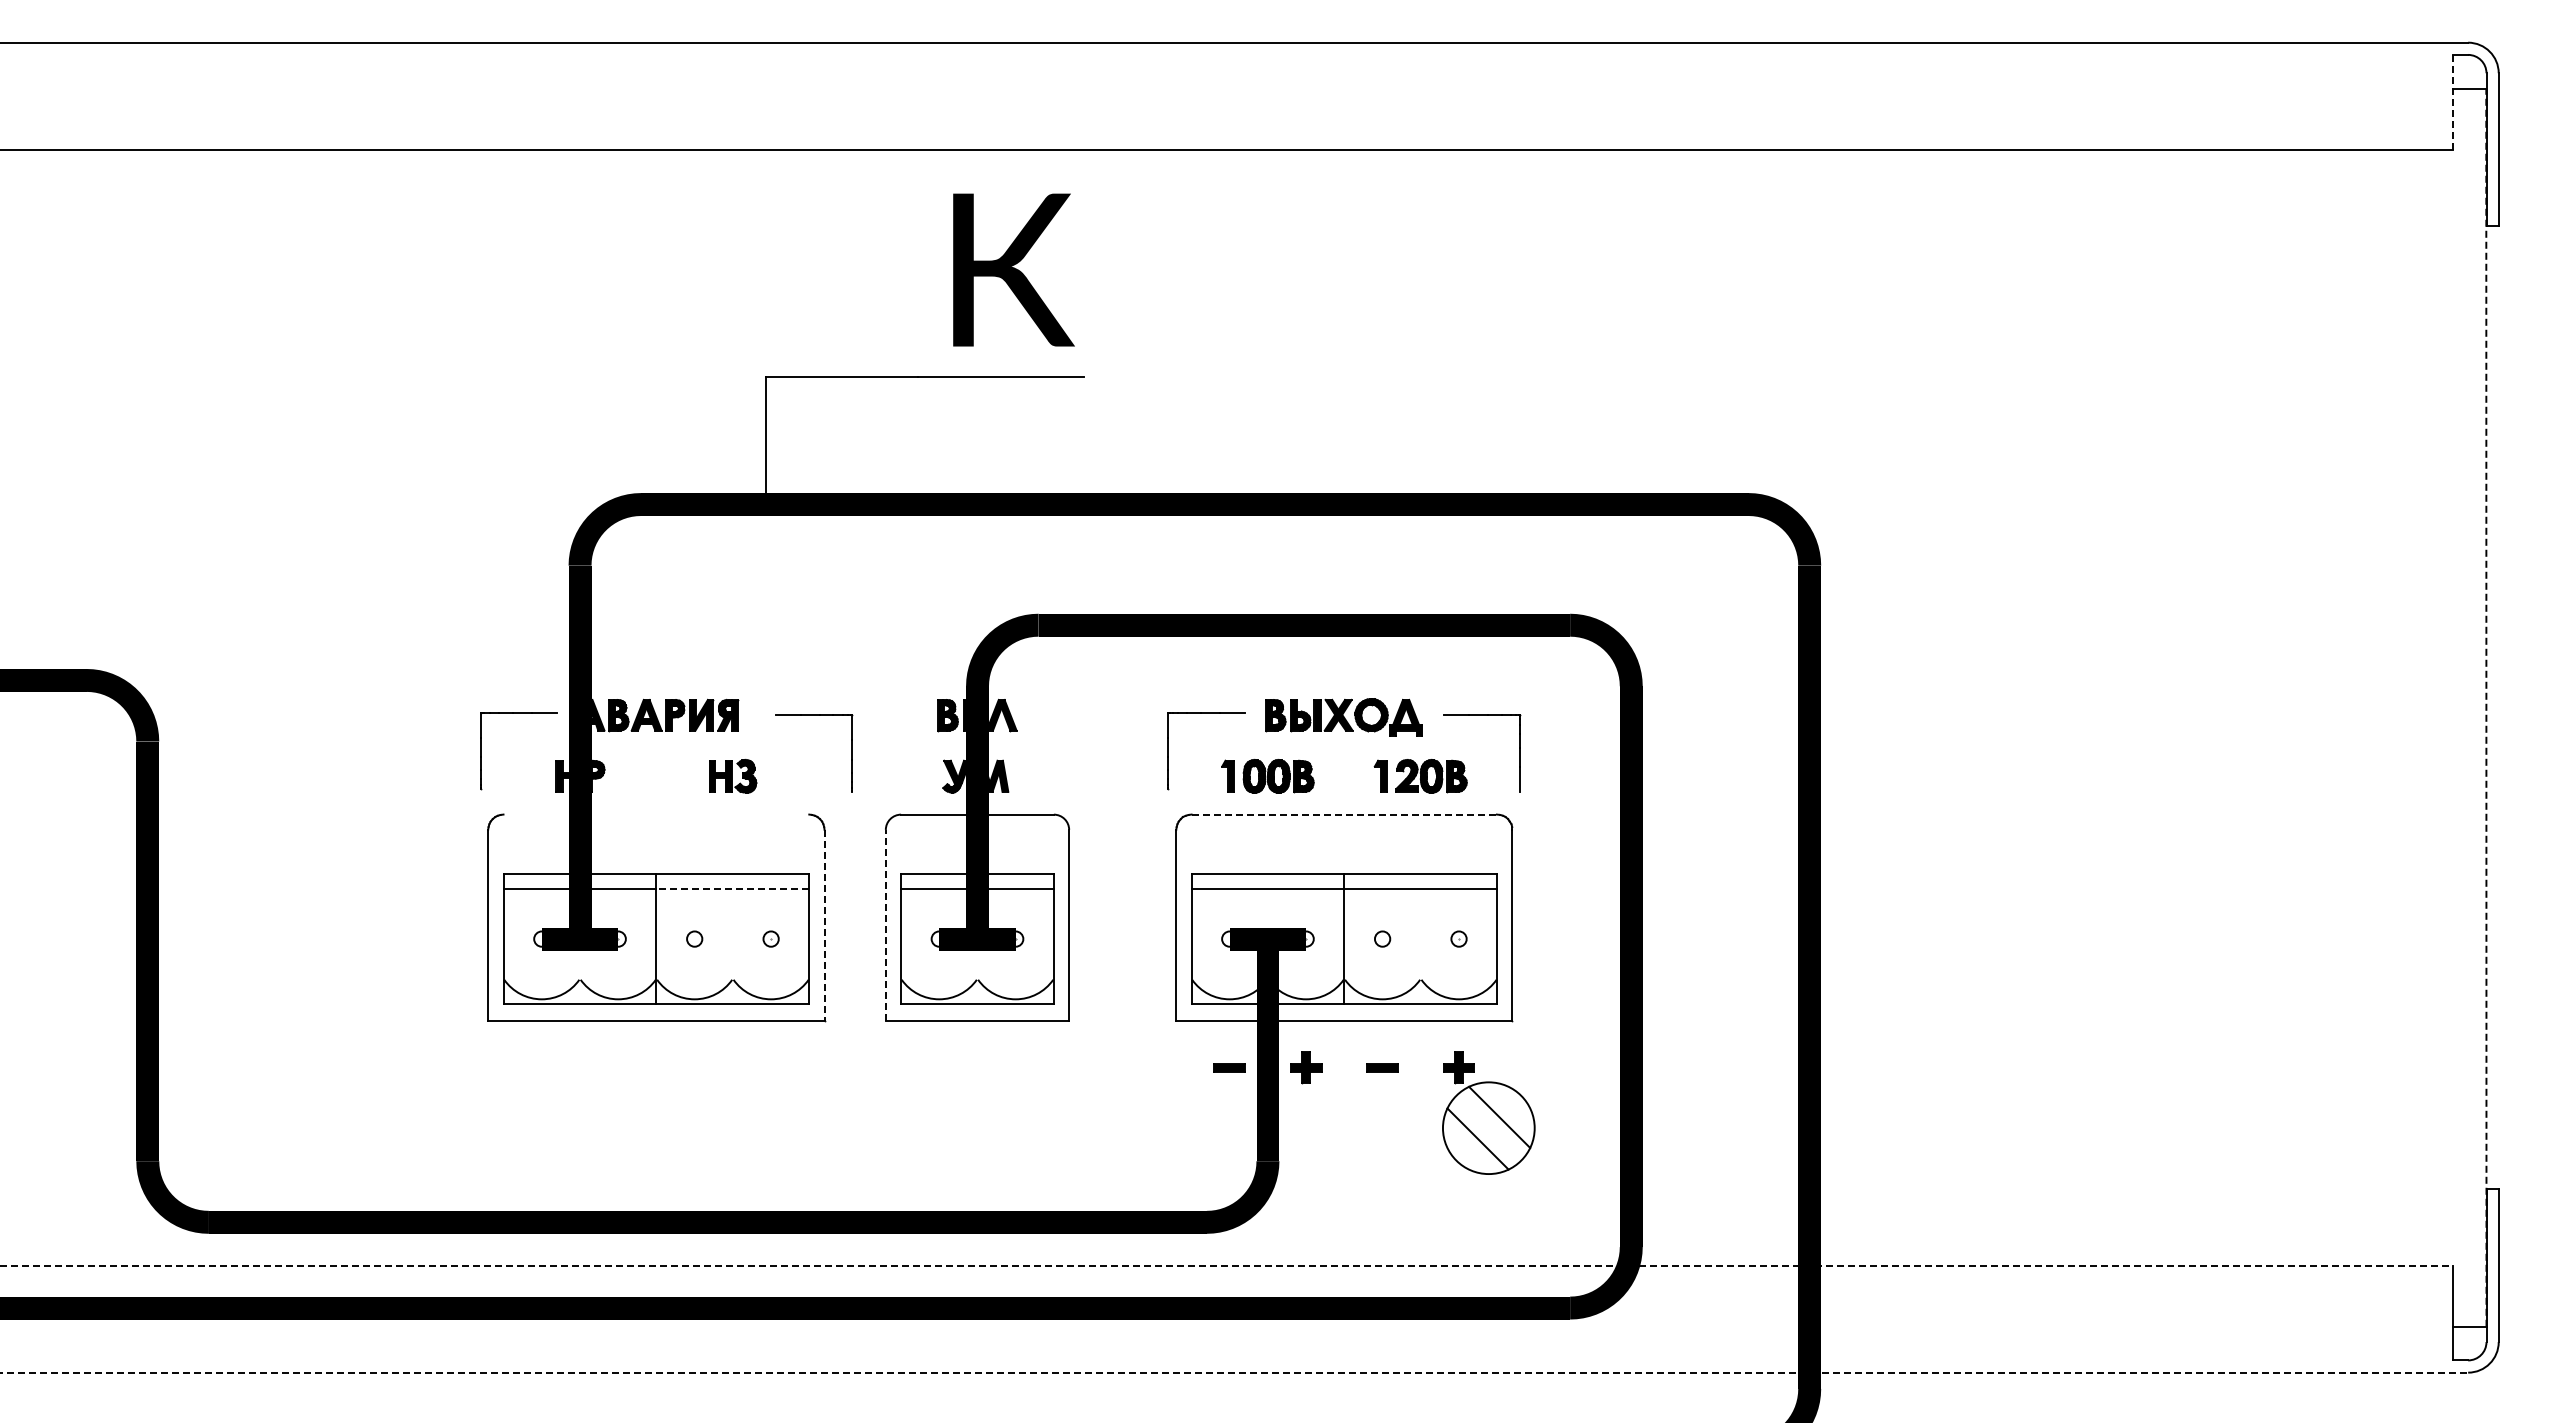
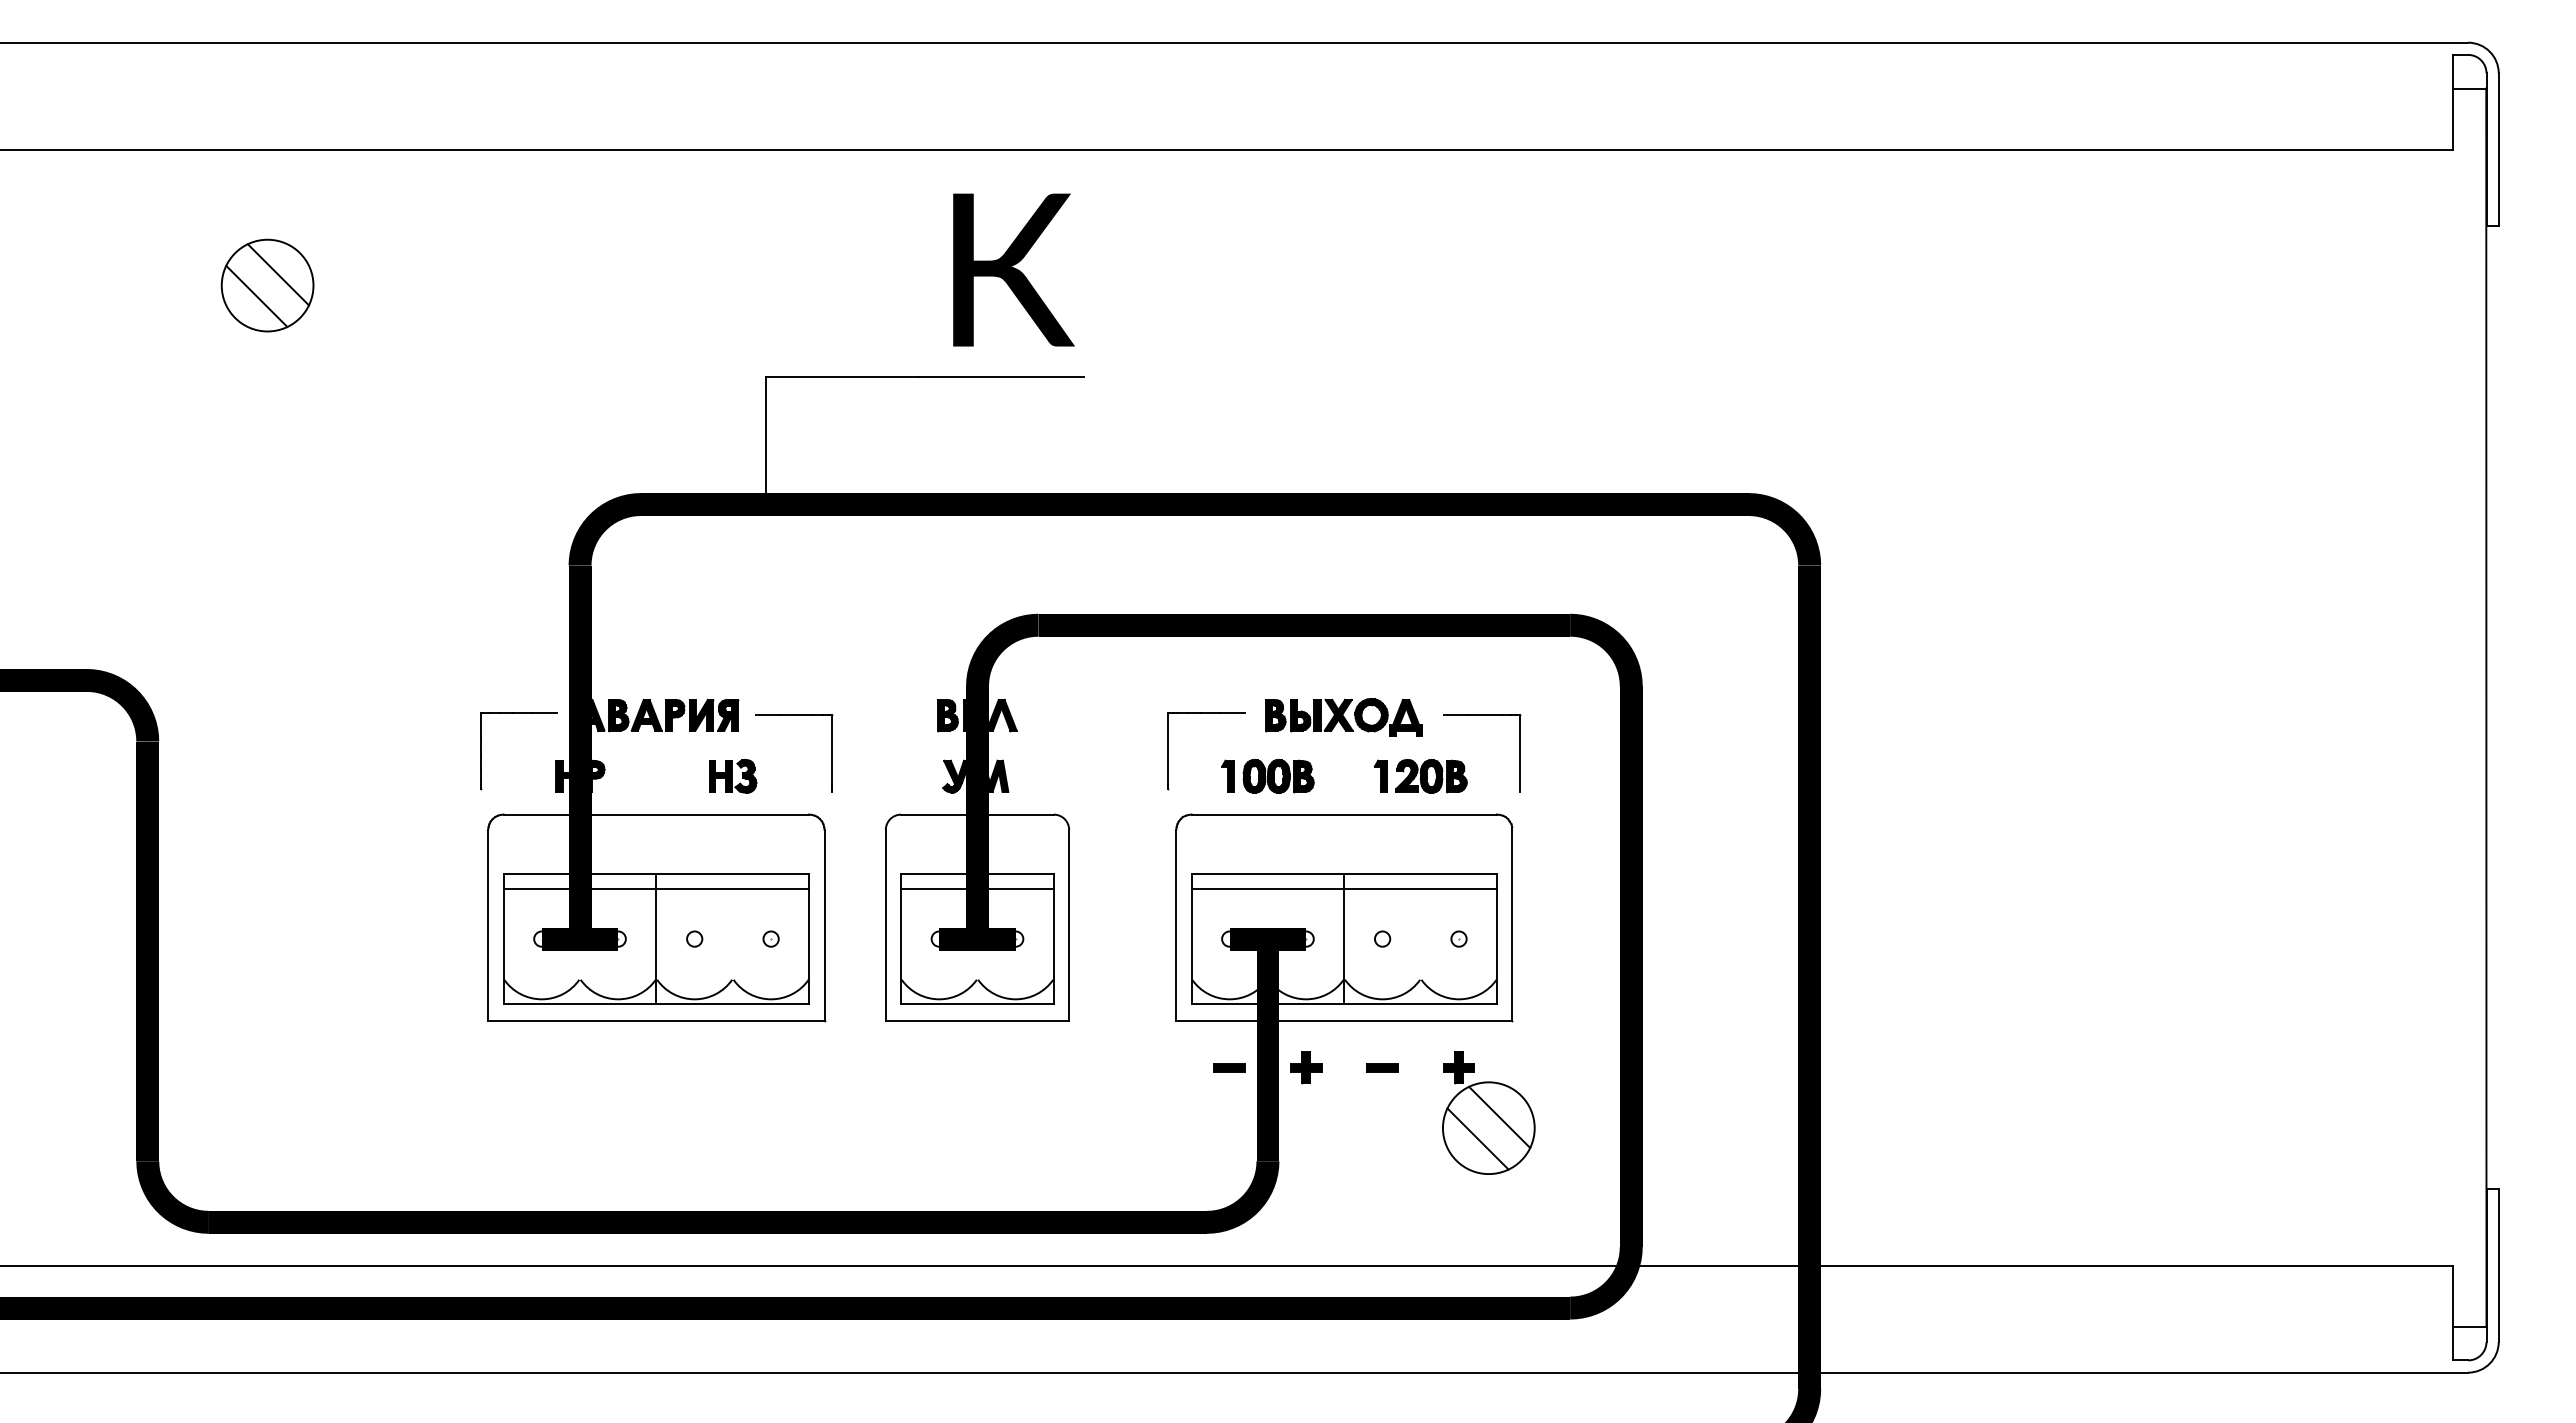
line at (2452, 101): dashed -> solid
part at (267, 285): none -> present
line at (2486, 707): dashed -> solid
part at (851, 753) position: (851, 753) -> (831, 753)
line at (656, 814): none -> present
line at (1344, 814): dashed -> solid
line at (732, 889): dashed -> solid
line at (824, 925): dashed -> solid
line at (885, 925): dashed -> solid
line at (1227, 1265): dashed -> solid
line at (1234, 1372): dashed -> solid
